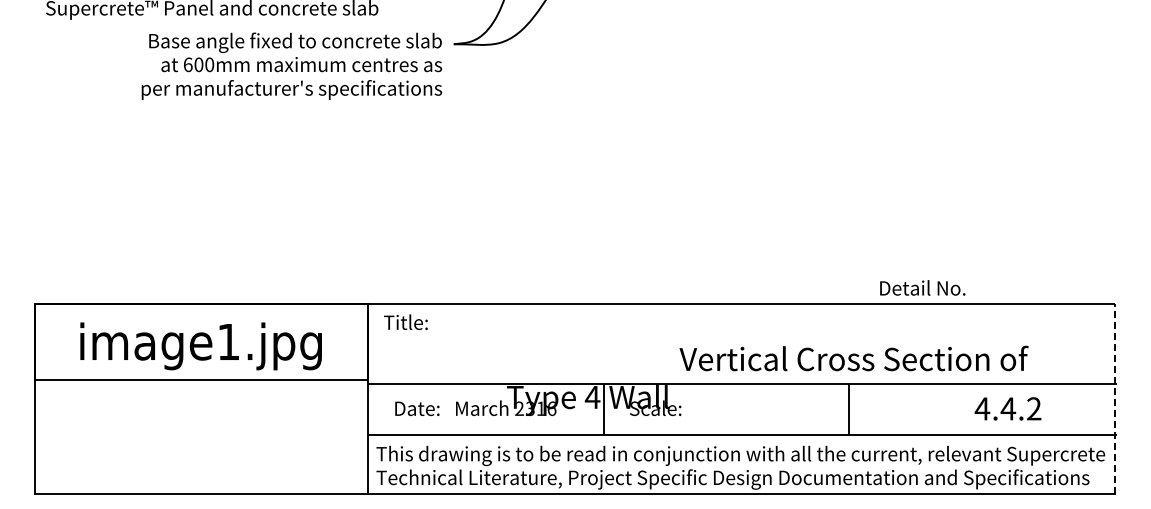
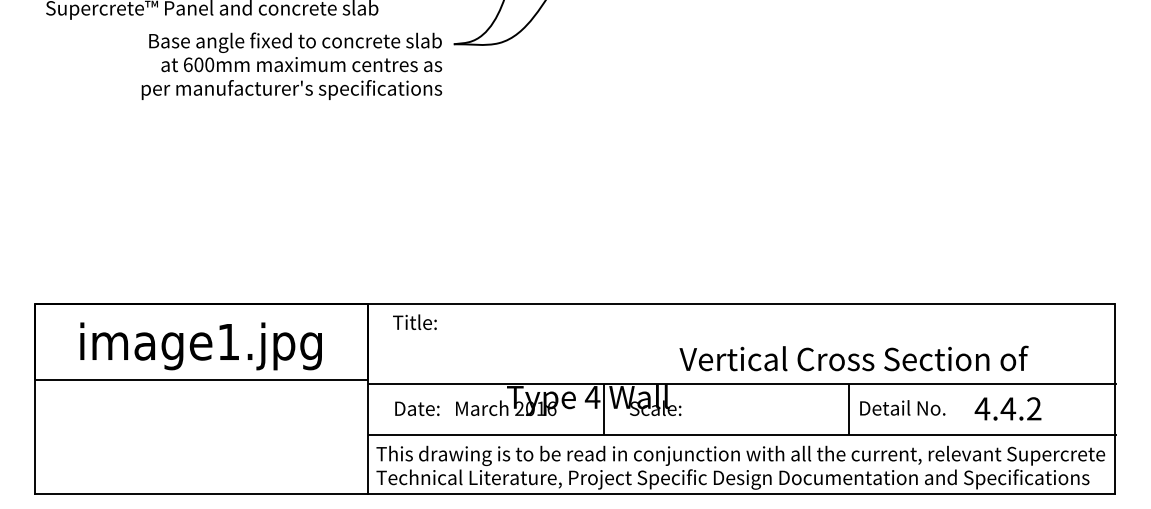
text at (922, 287) position: (922, 287) -> (902, 407)
text at (405, 321) position: (405, 321) -> (414, 321)
line at (1115, 399): dashed -> solid
text at (529, 408): 2316 -> 2016
